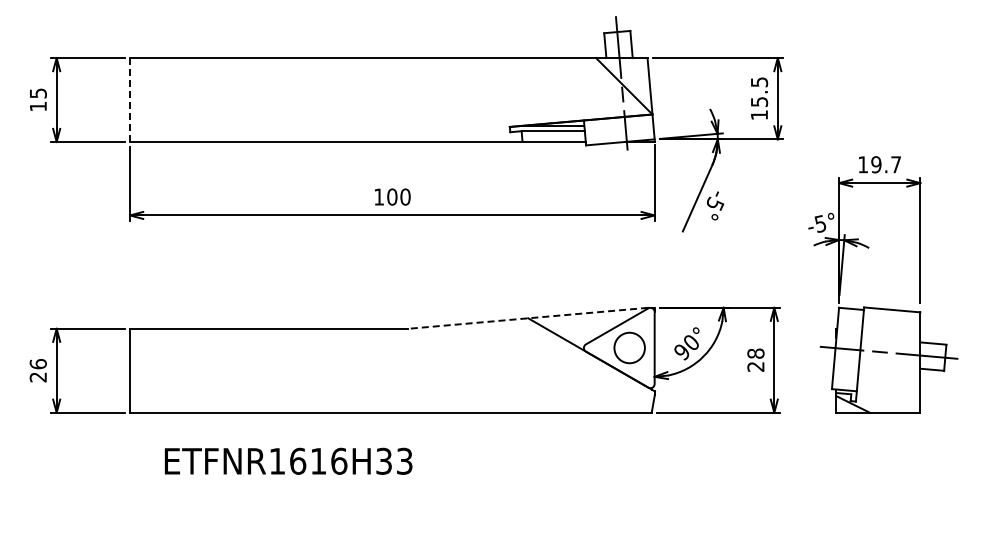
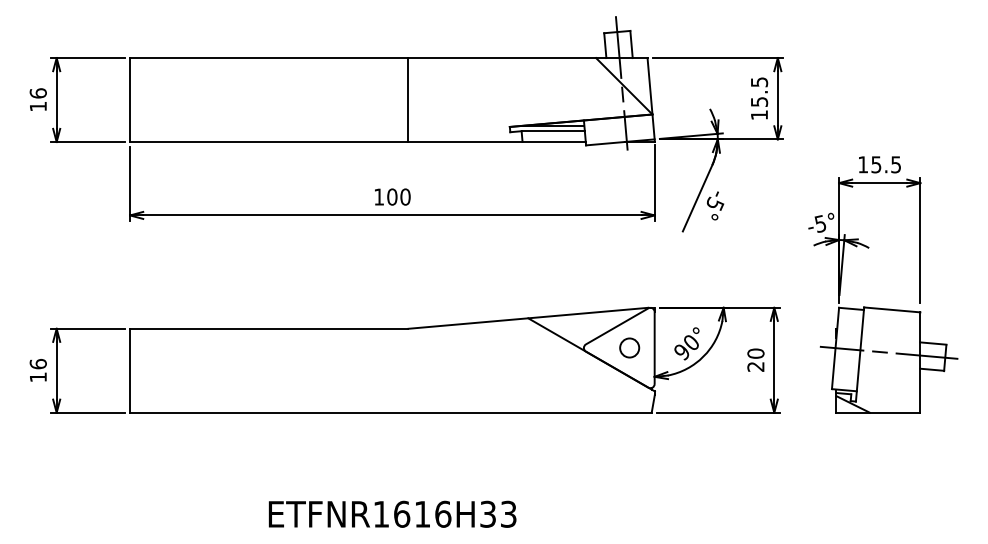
text at (37, 93): 15 -> 16
line at (130, 100): dashed -> solid
line at (408, 100): none -> present
text at (885, 164): 19.7 -> 15.5
line at (527, 318): dashed -> solid
circle at (629, 347) diameter: 31 px -> 19 px
text at (755, 353): 28 -> 20
text at (37, 377): 26 -> 16
text at (288, 460) position: (288, 460) -> (392, 513)
